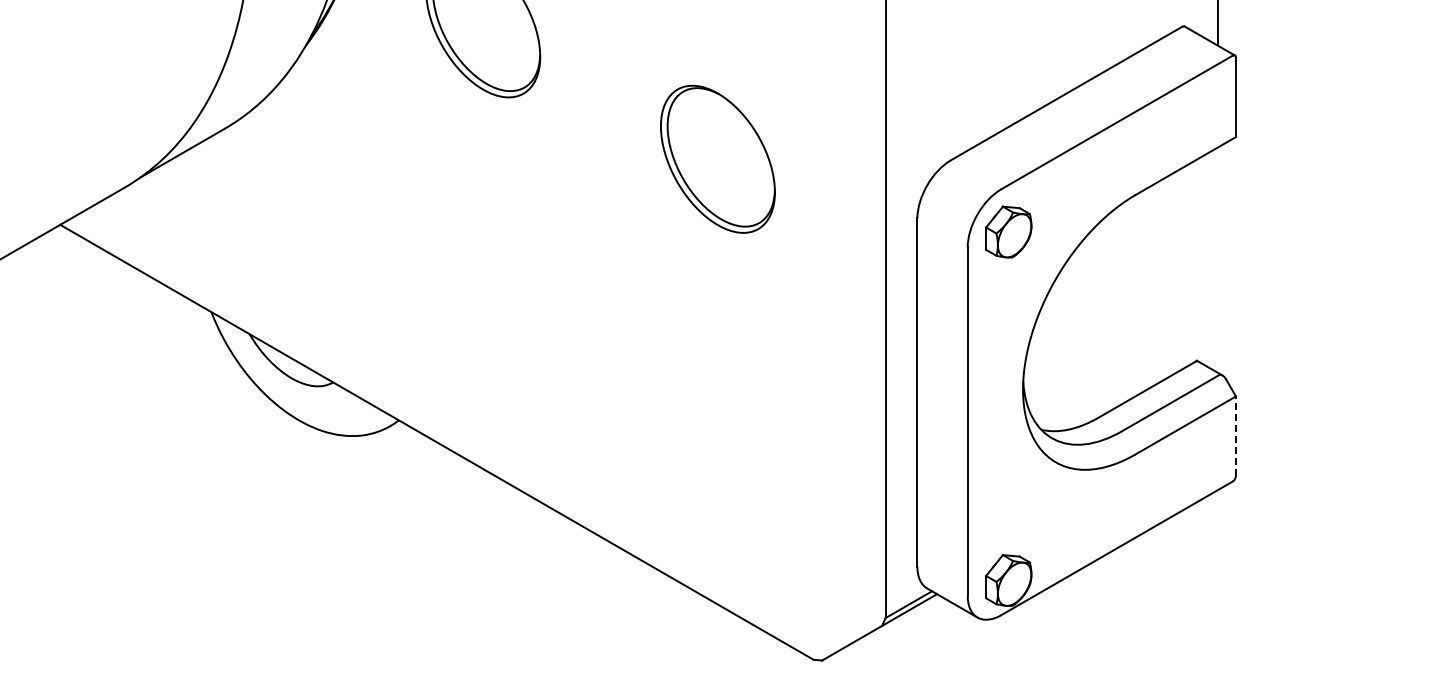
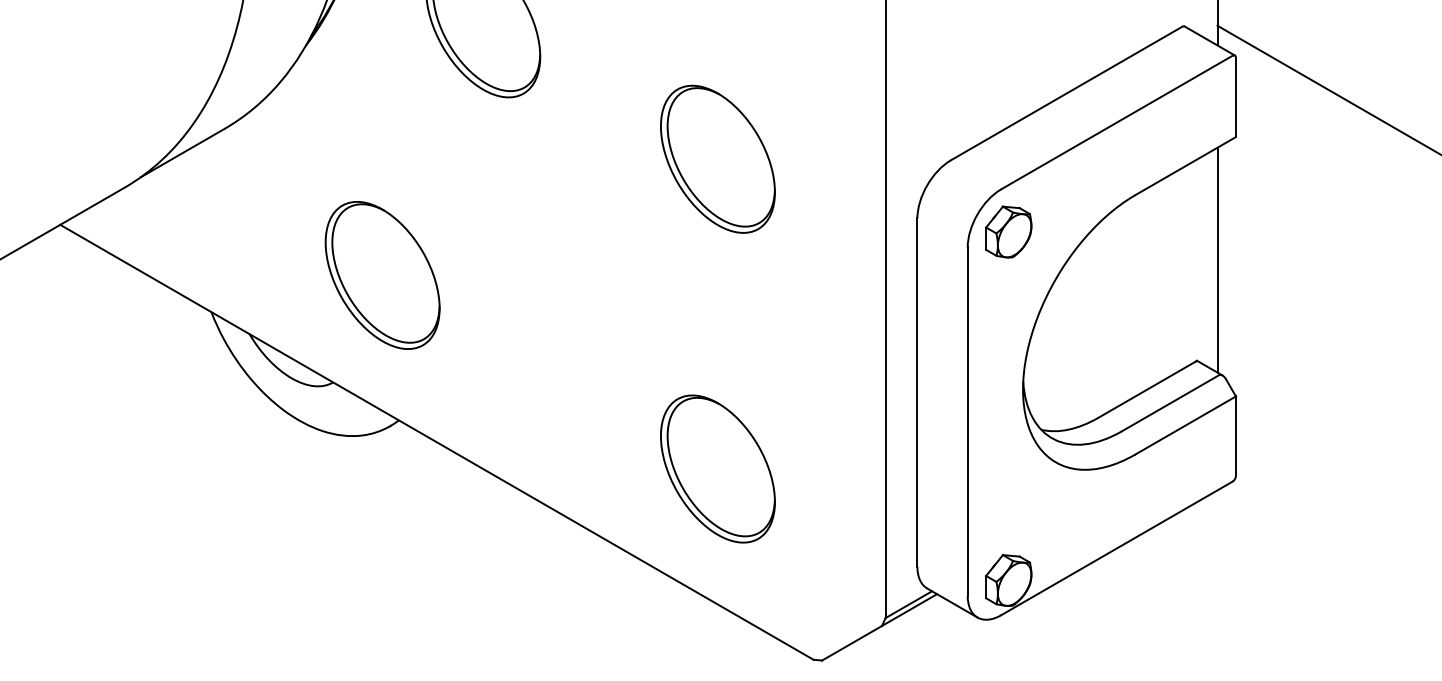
line at (1327, 89): none -> present
line at (1217, 259): none -> present
part at (382, 275): none -> present
line at (1235, 436): dashed -> solid
part at (717, 468): none -> present
